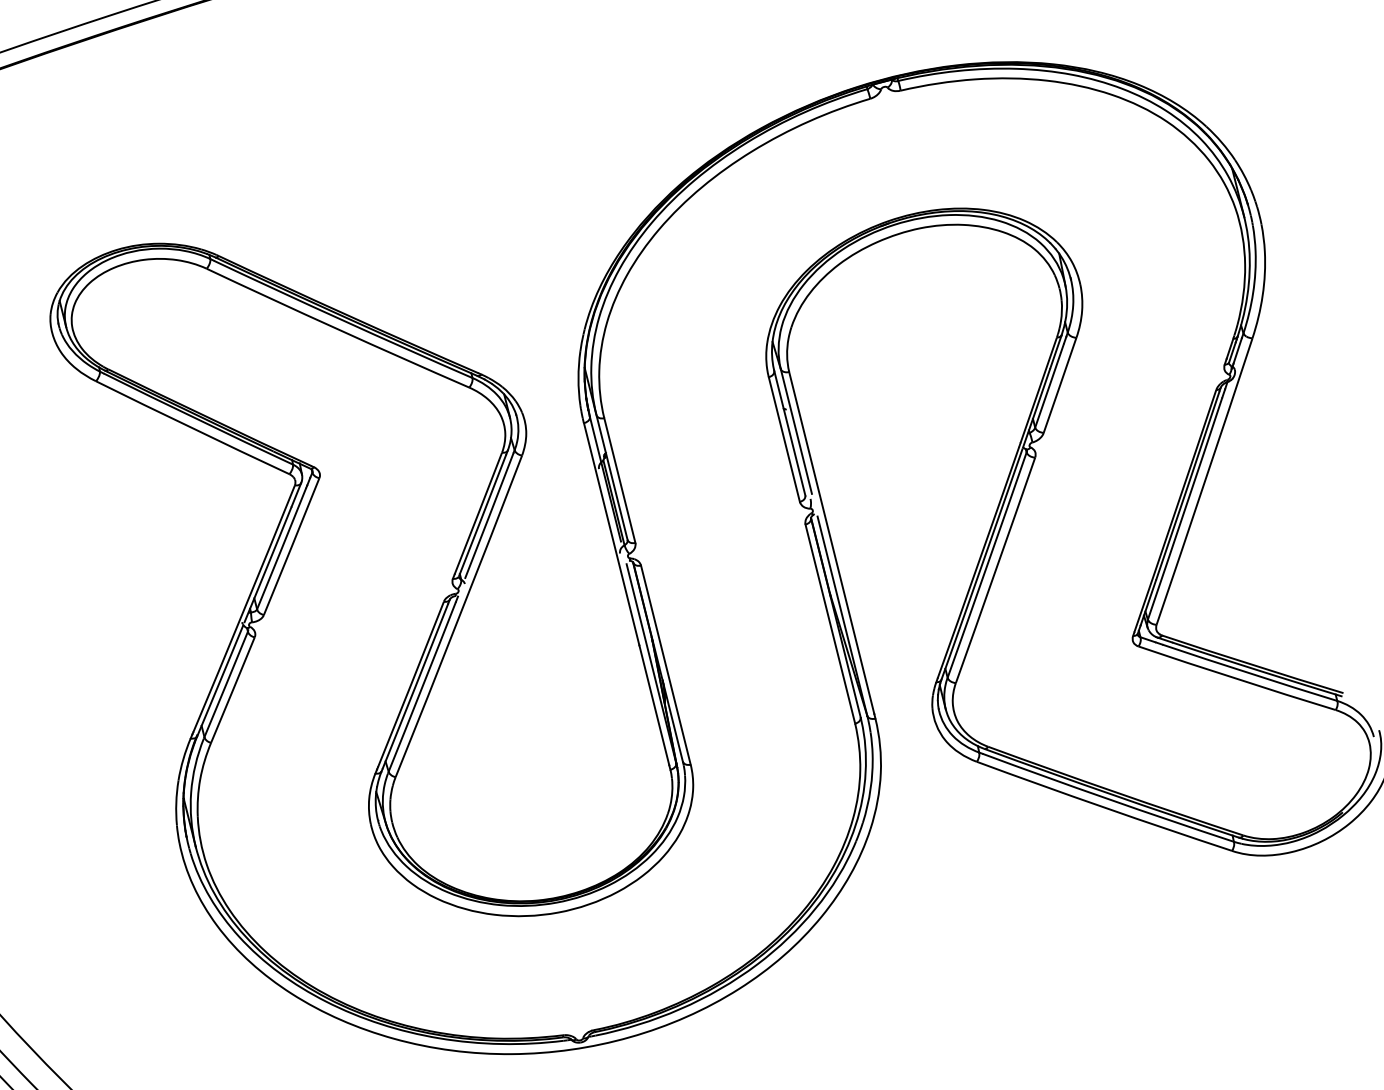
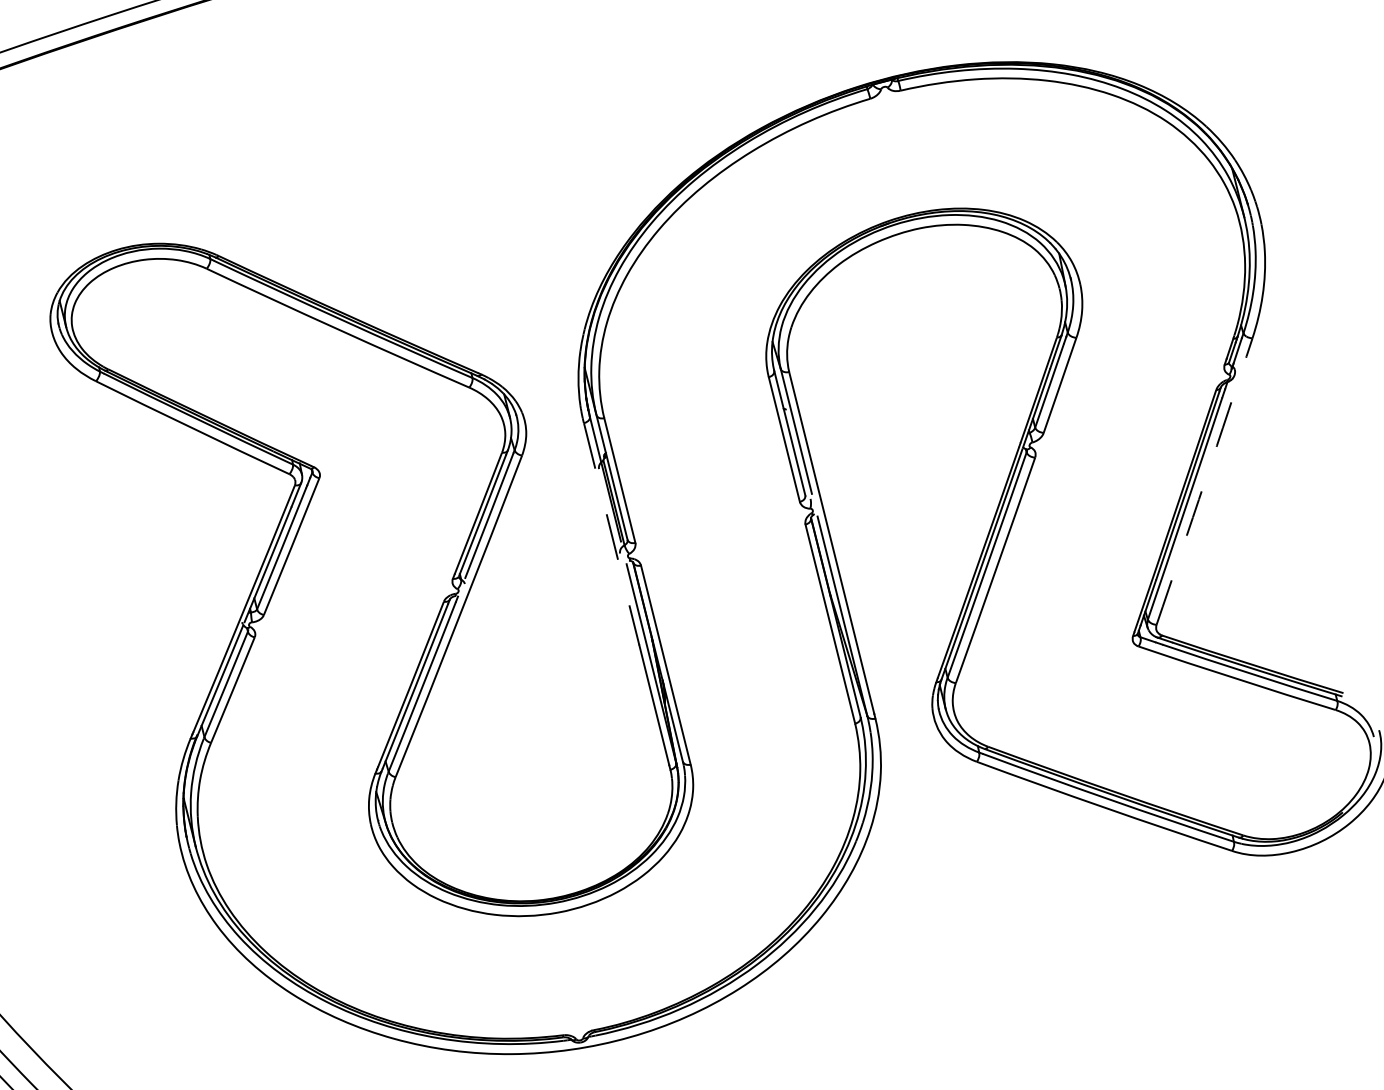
arc at (1204, 481): solid -> dashed
line at (611, 534): solid -> dashed
